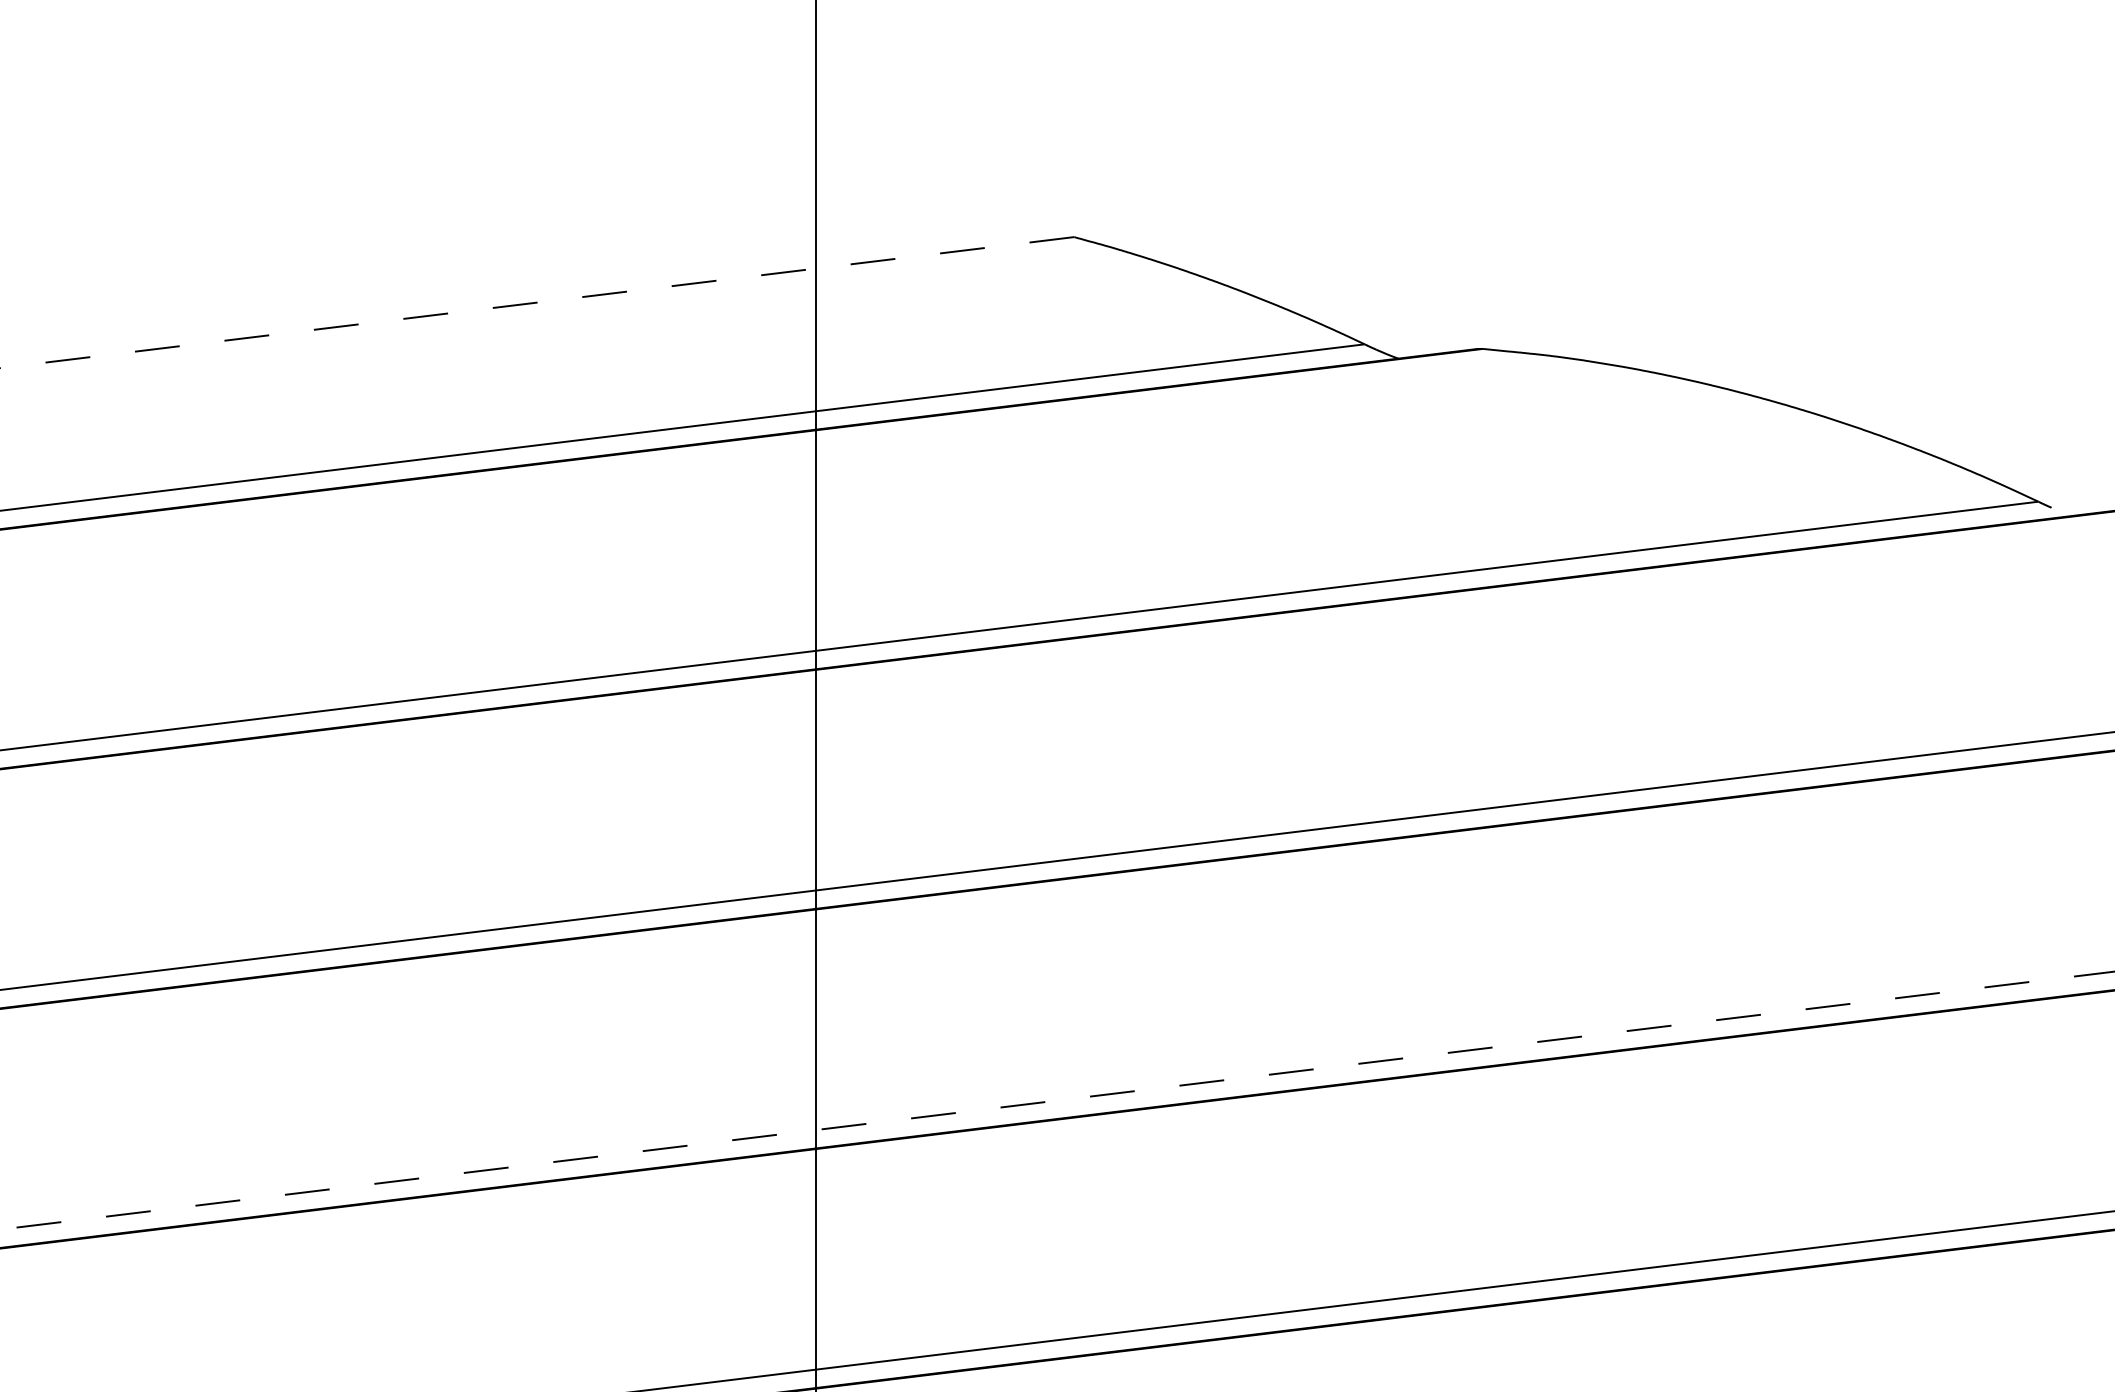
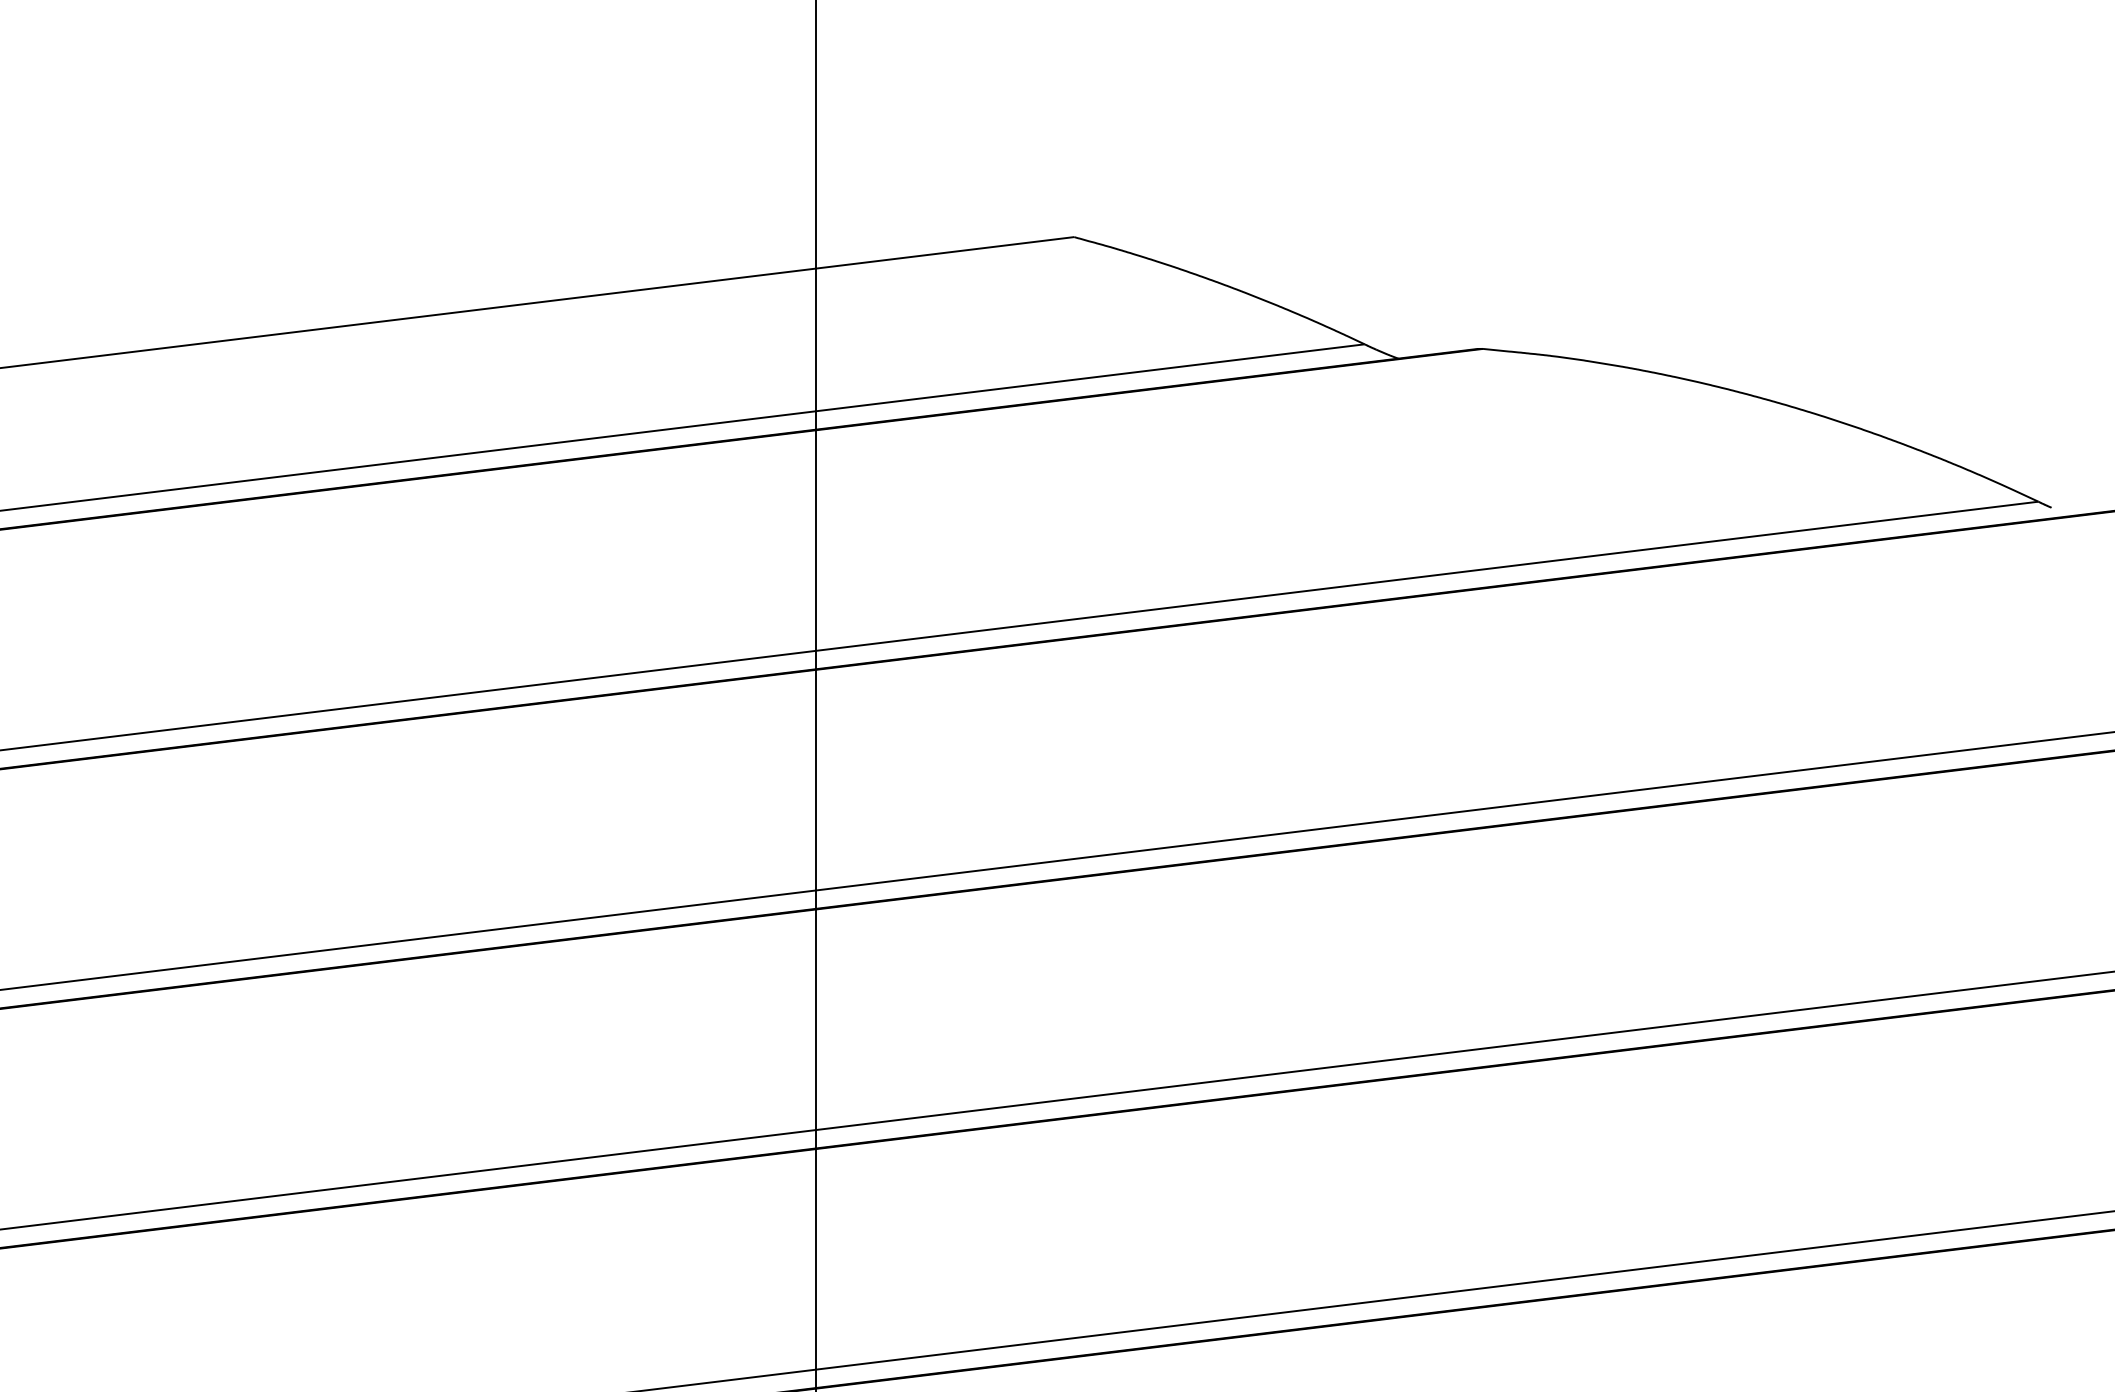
line at (537, 302): dashed -> solid
line at (1057, 1100): dashed -> solid
